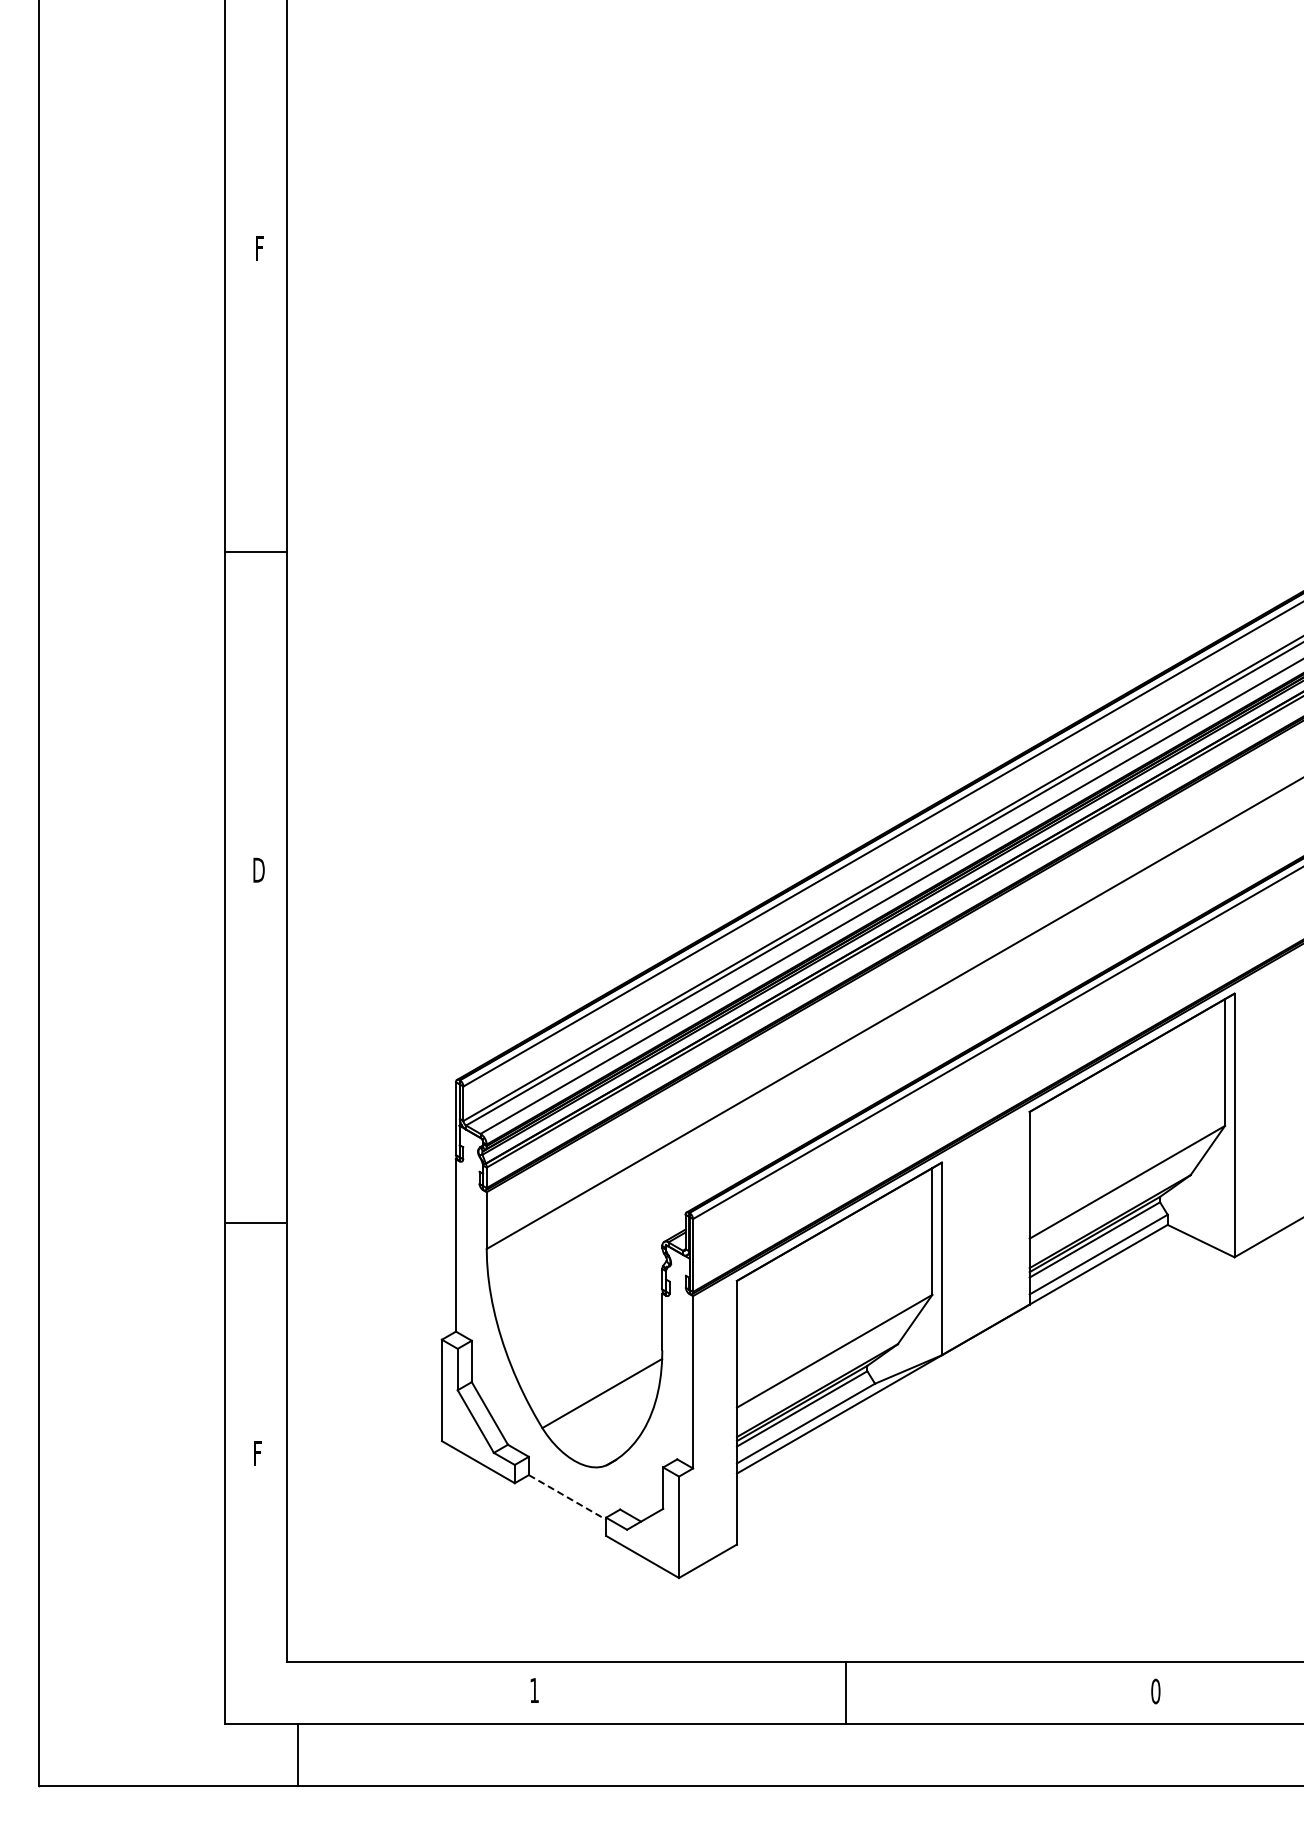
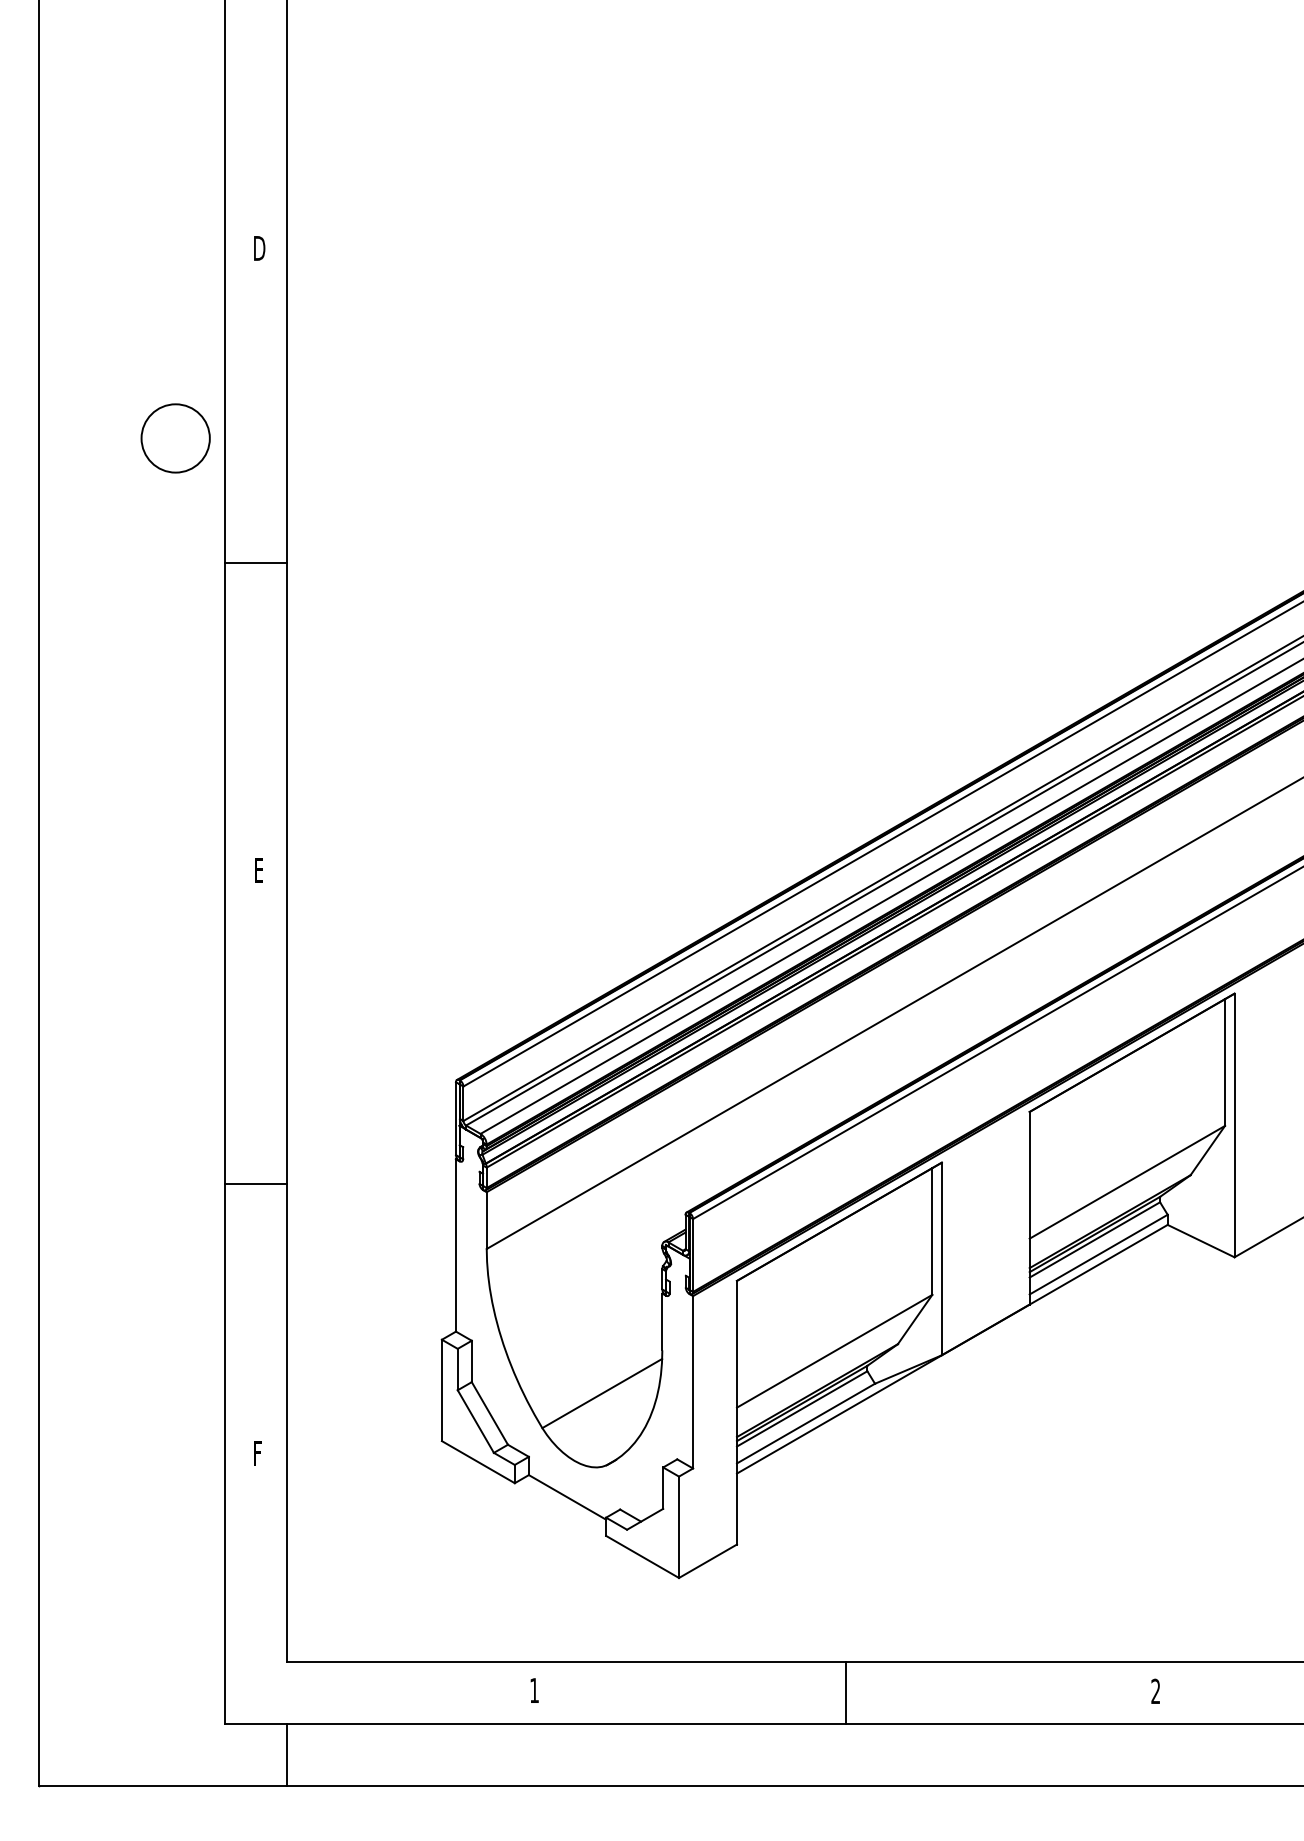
text at (259, 248): F -> D
circle at (175, 438): none -> present
line at (256, 551) position: (256, 551) -> (256, 562)
text at (258, 869): D -> E
line at (256, 1222) position: (256, 1222) -> (256, 1183)
line at (567, 1497): dashed -> solid
text at (1155, 1691): 0 -> 2
line at (298, 1754) position: (298, 1754) -> (287, 1754)
